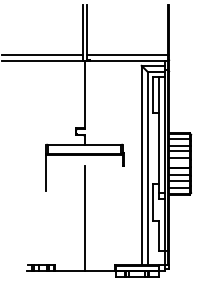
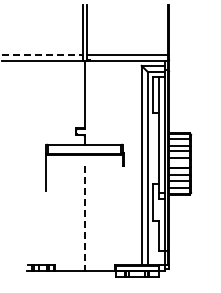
line at (42, 55): solid -> dashed
line at (84, 218): solid -> dashed
